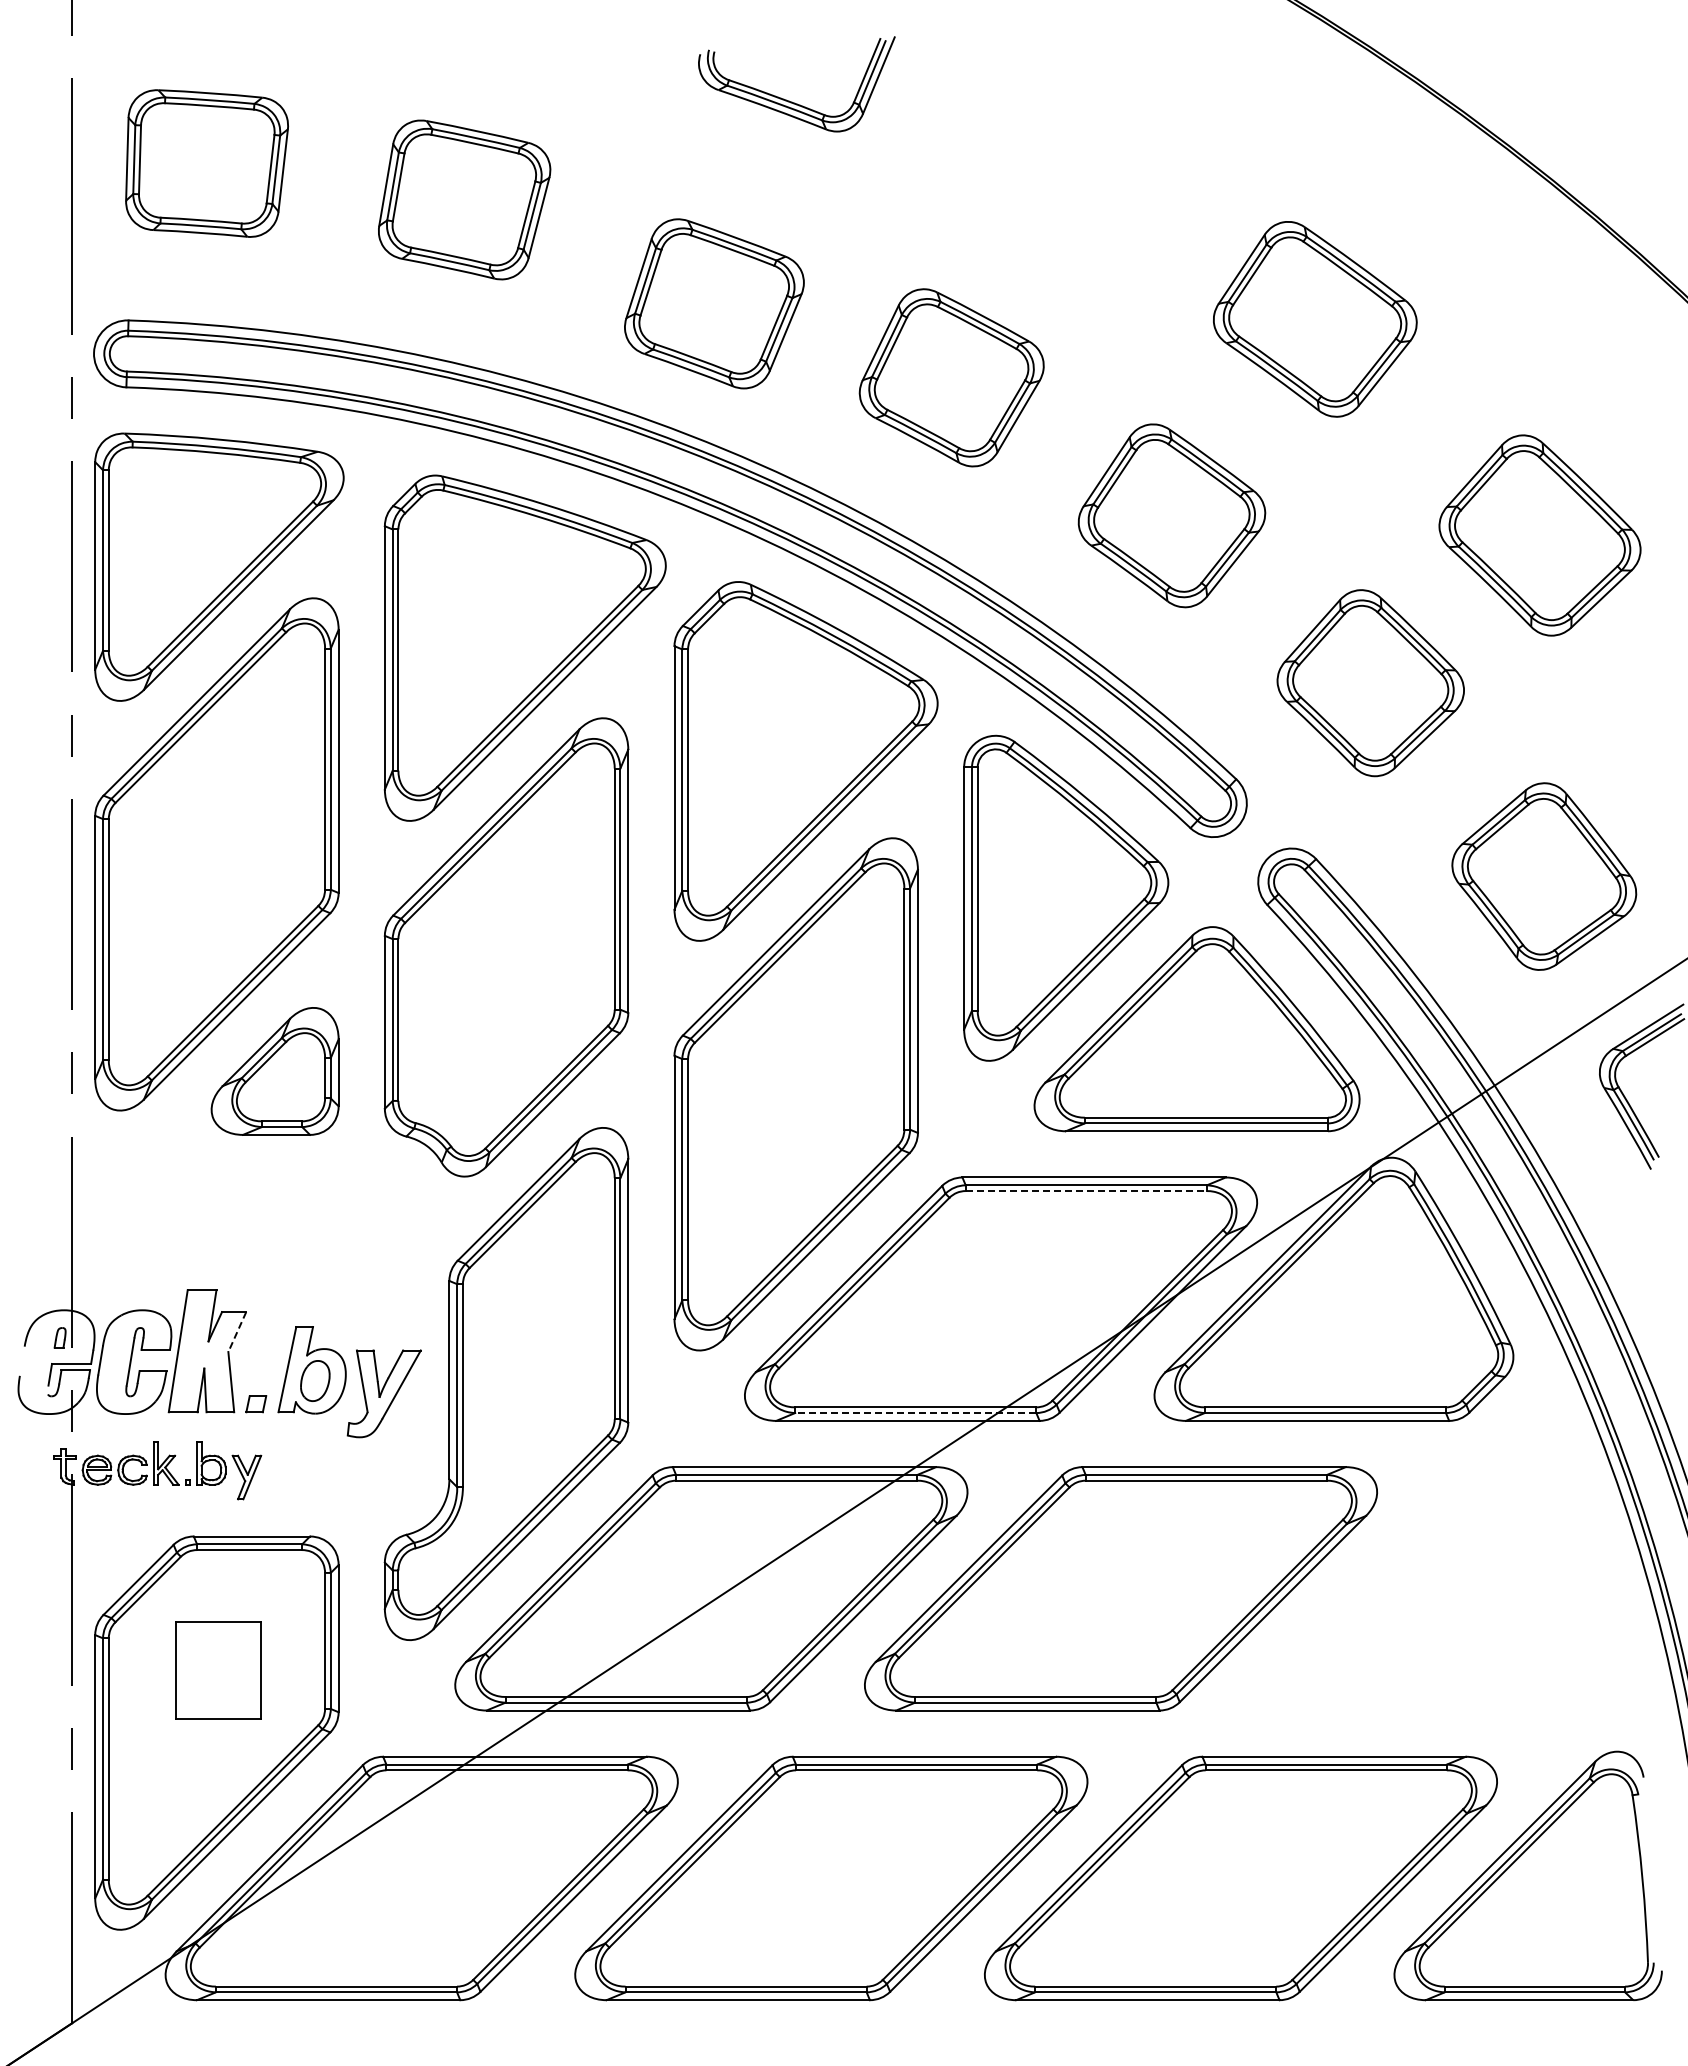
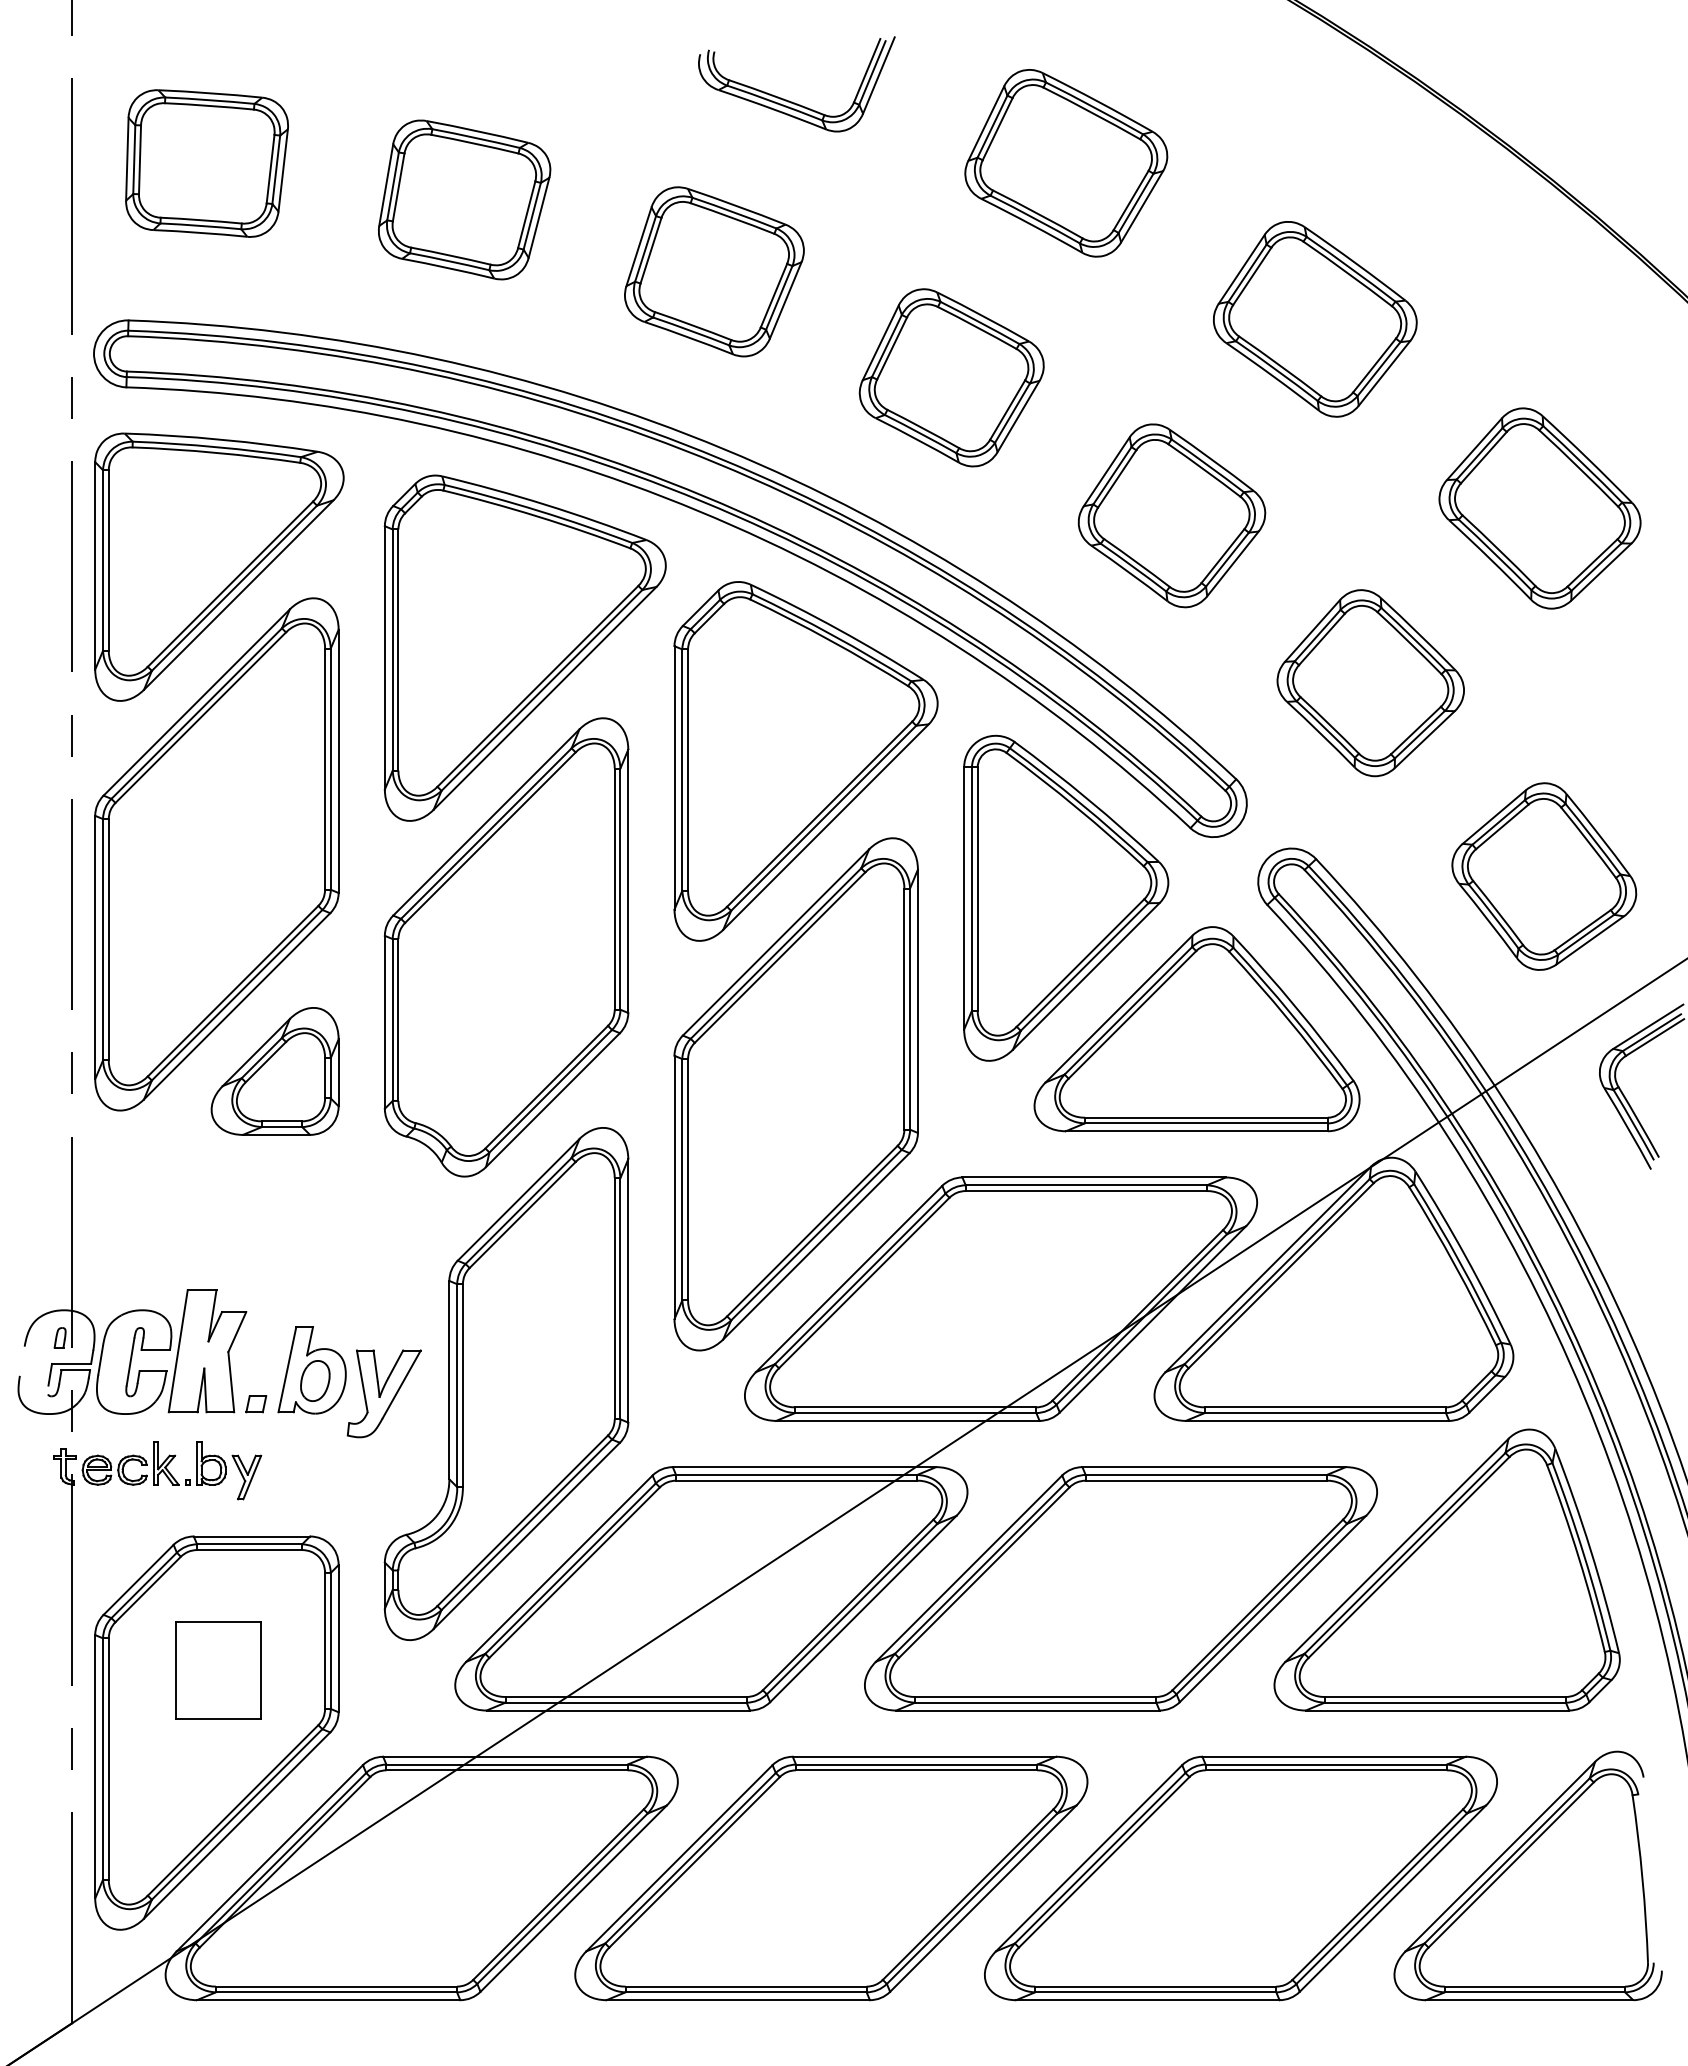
part at (1066, 163): none -> present
part at (714, 303) position: (714, 303) -> (714, 271)
part at (1539, 535) position: (1539, 535) -> (1539, 508)
line at (1086, 1191): dashed -> solid
line at (237, 1332): dashed -> solid
line at (915, 1413): dashed -> solid
part at (1446, 1569): none -> present
